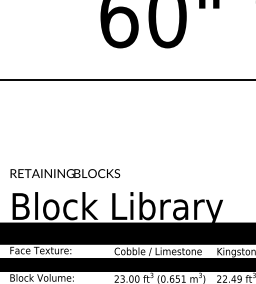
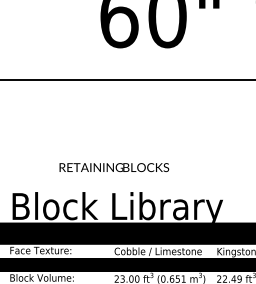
text at (65, 173) position: (65, 173) -> (114, 167)
